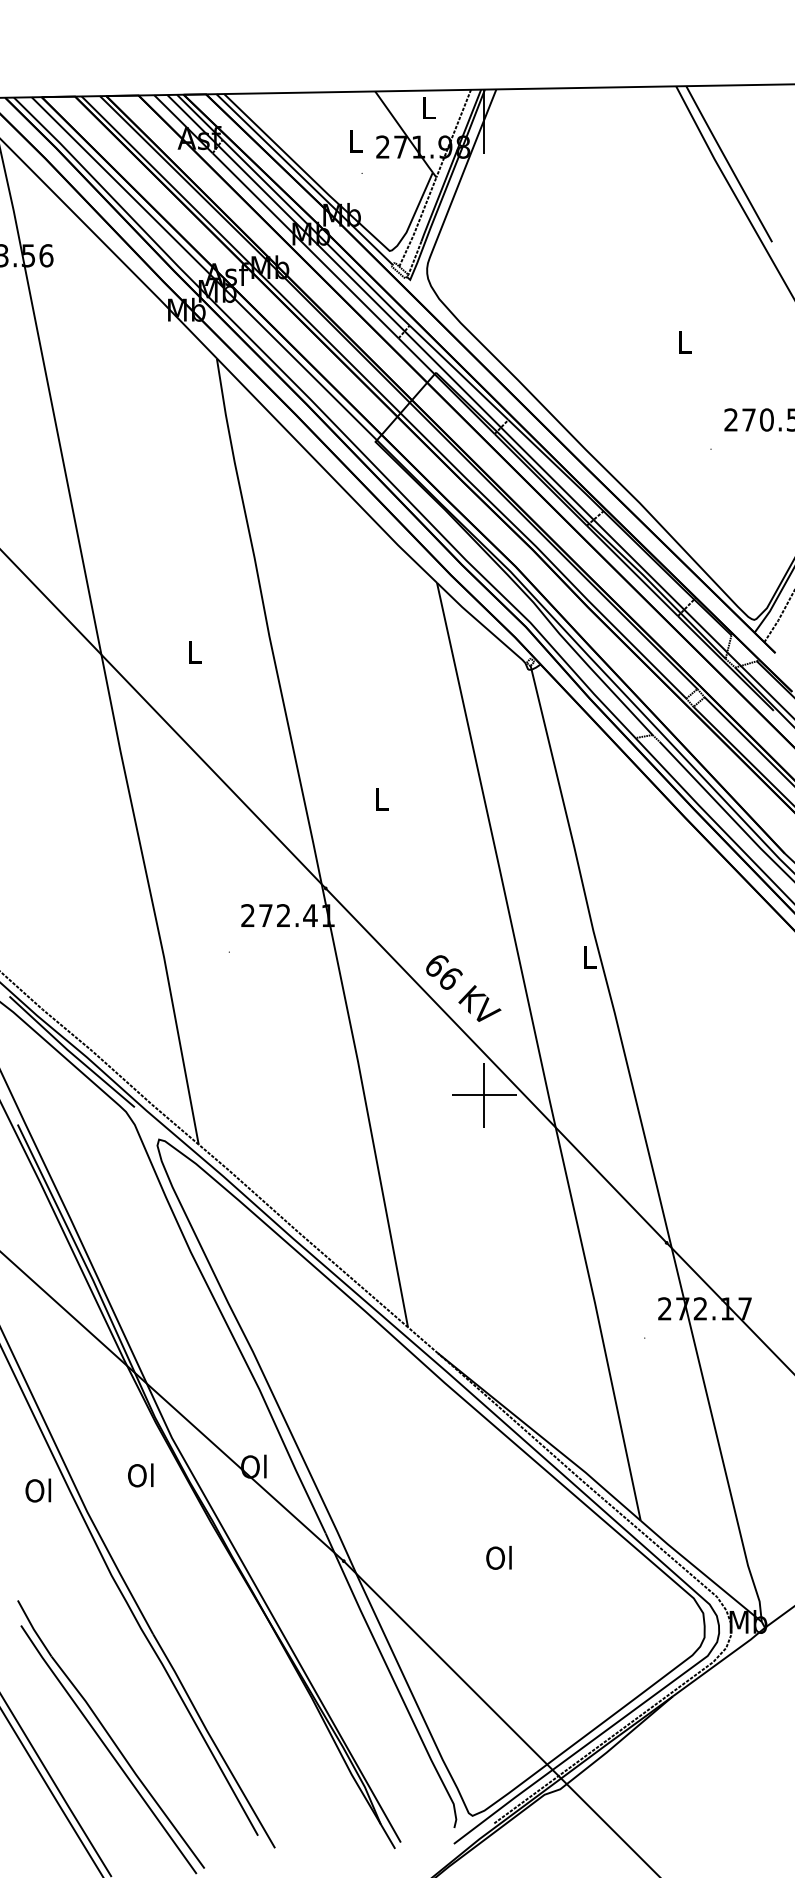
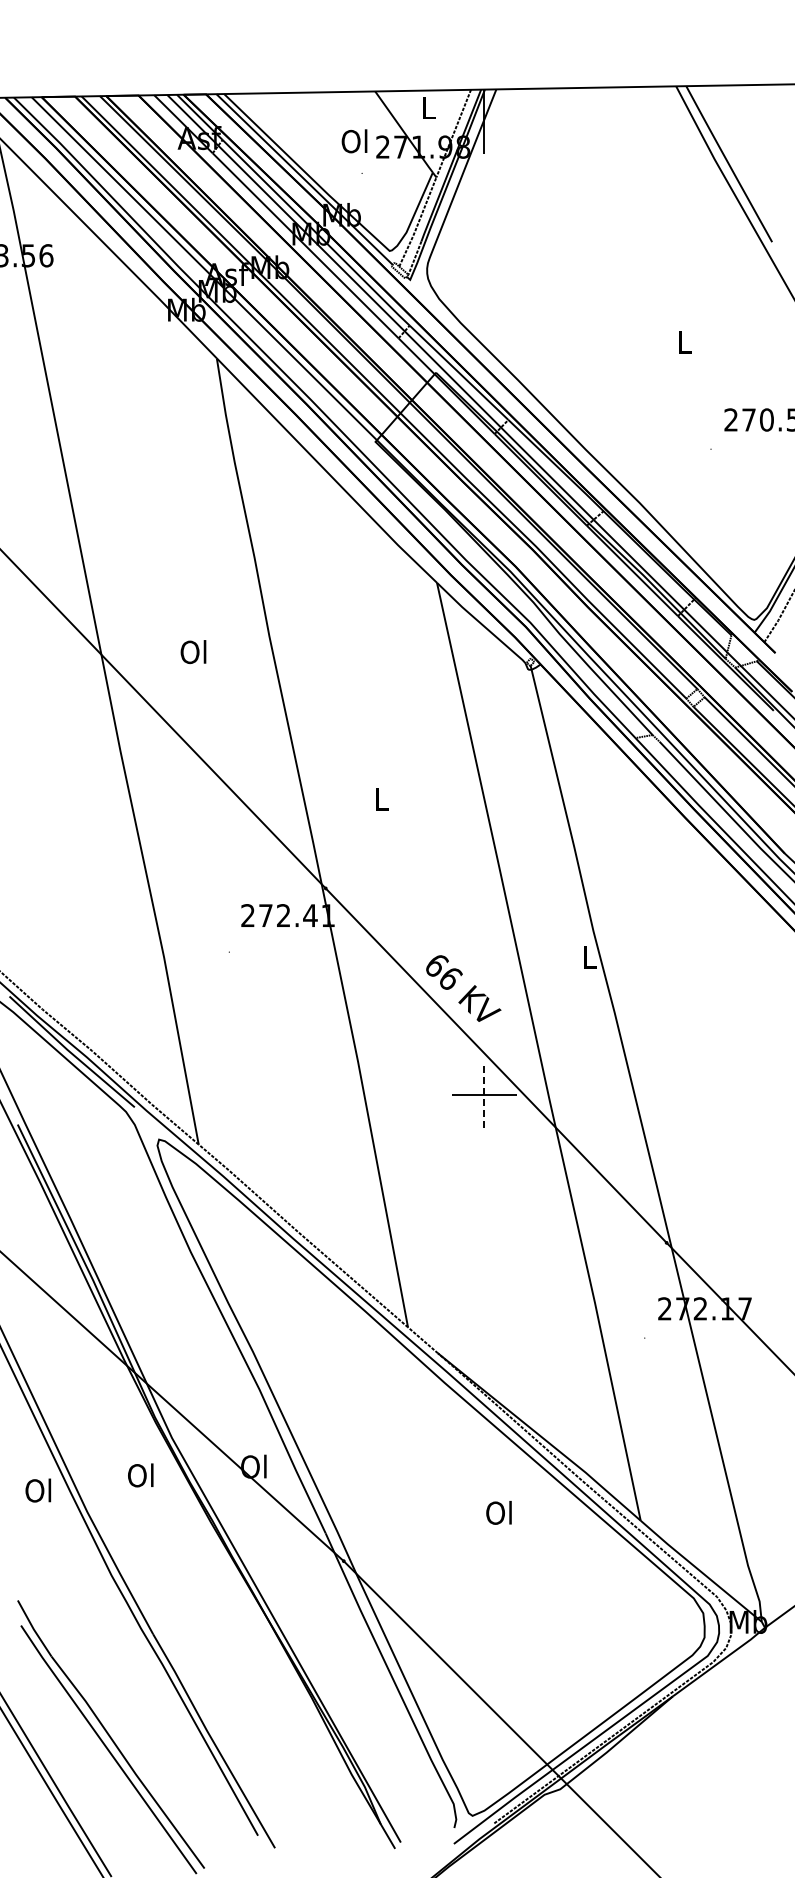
text at (354, 141): L -> Ol
text at (193, 652): L -> Ol
line at (484, 1094): solid -> dashed
text at (498, 1557) position: (498, 1557) -> (498, 1512)
